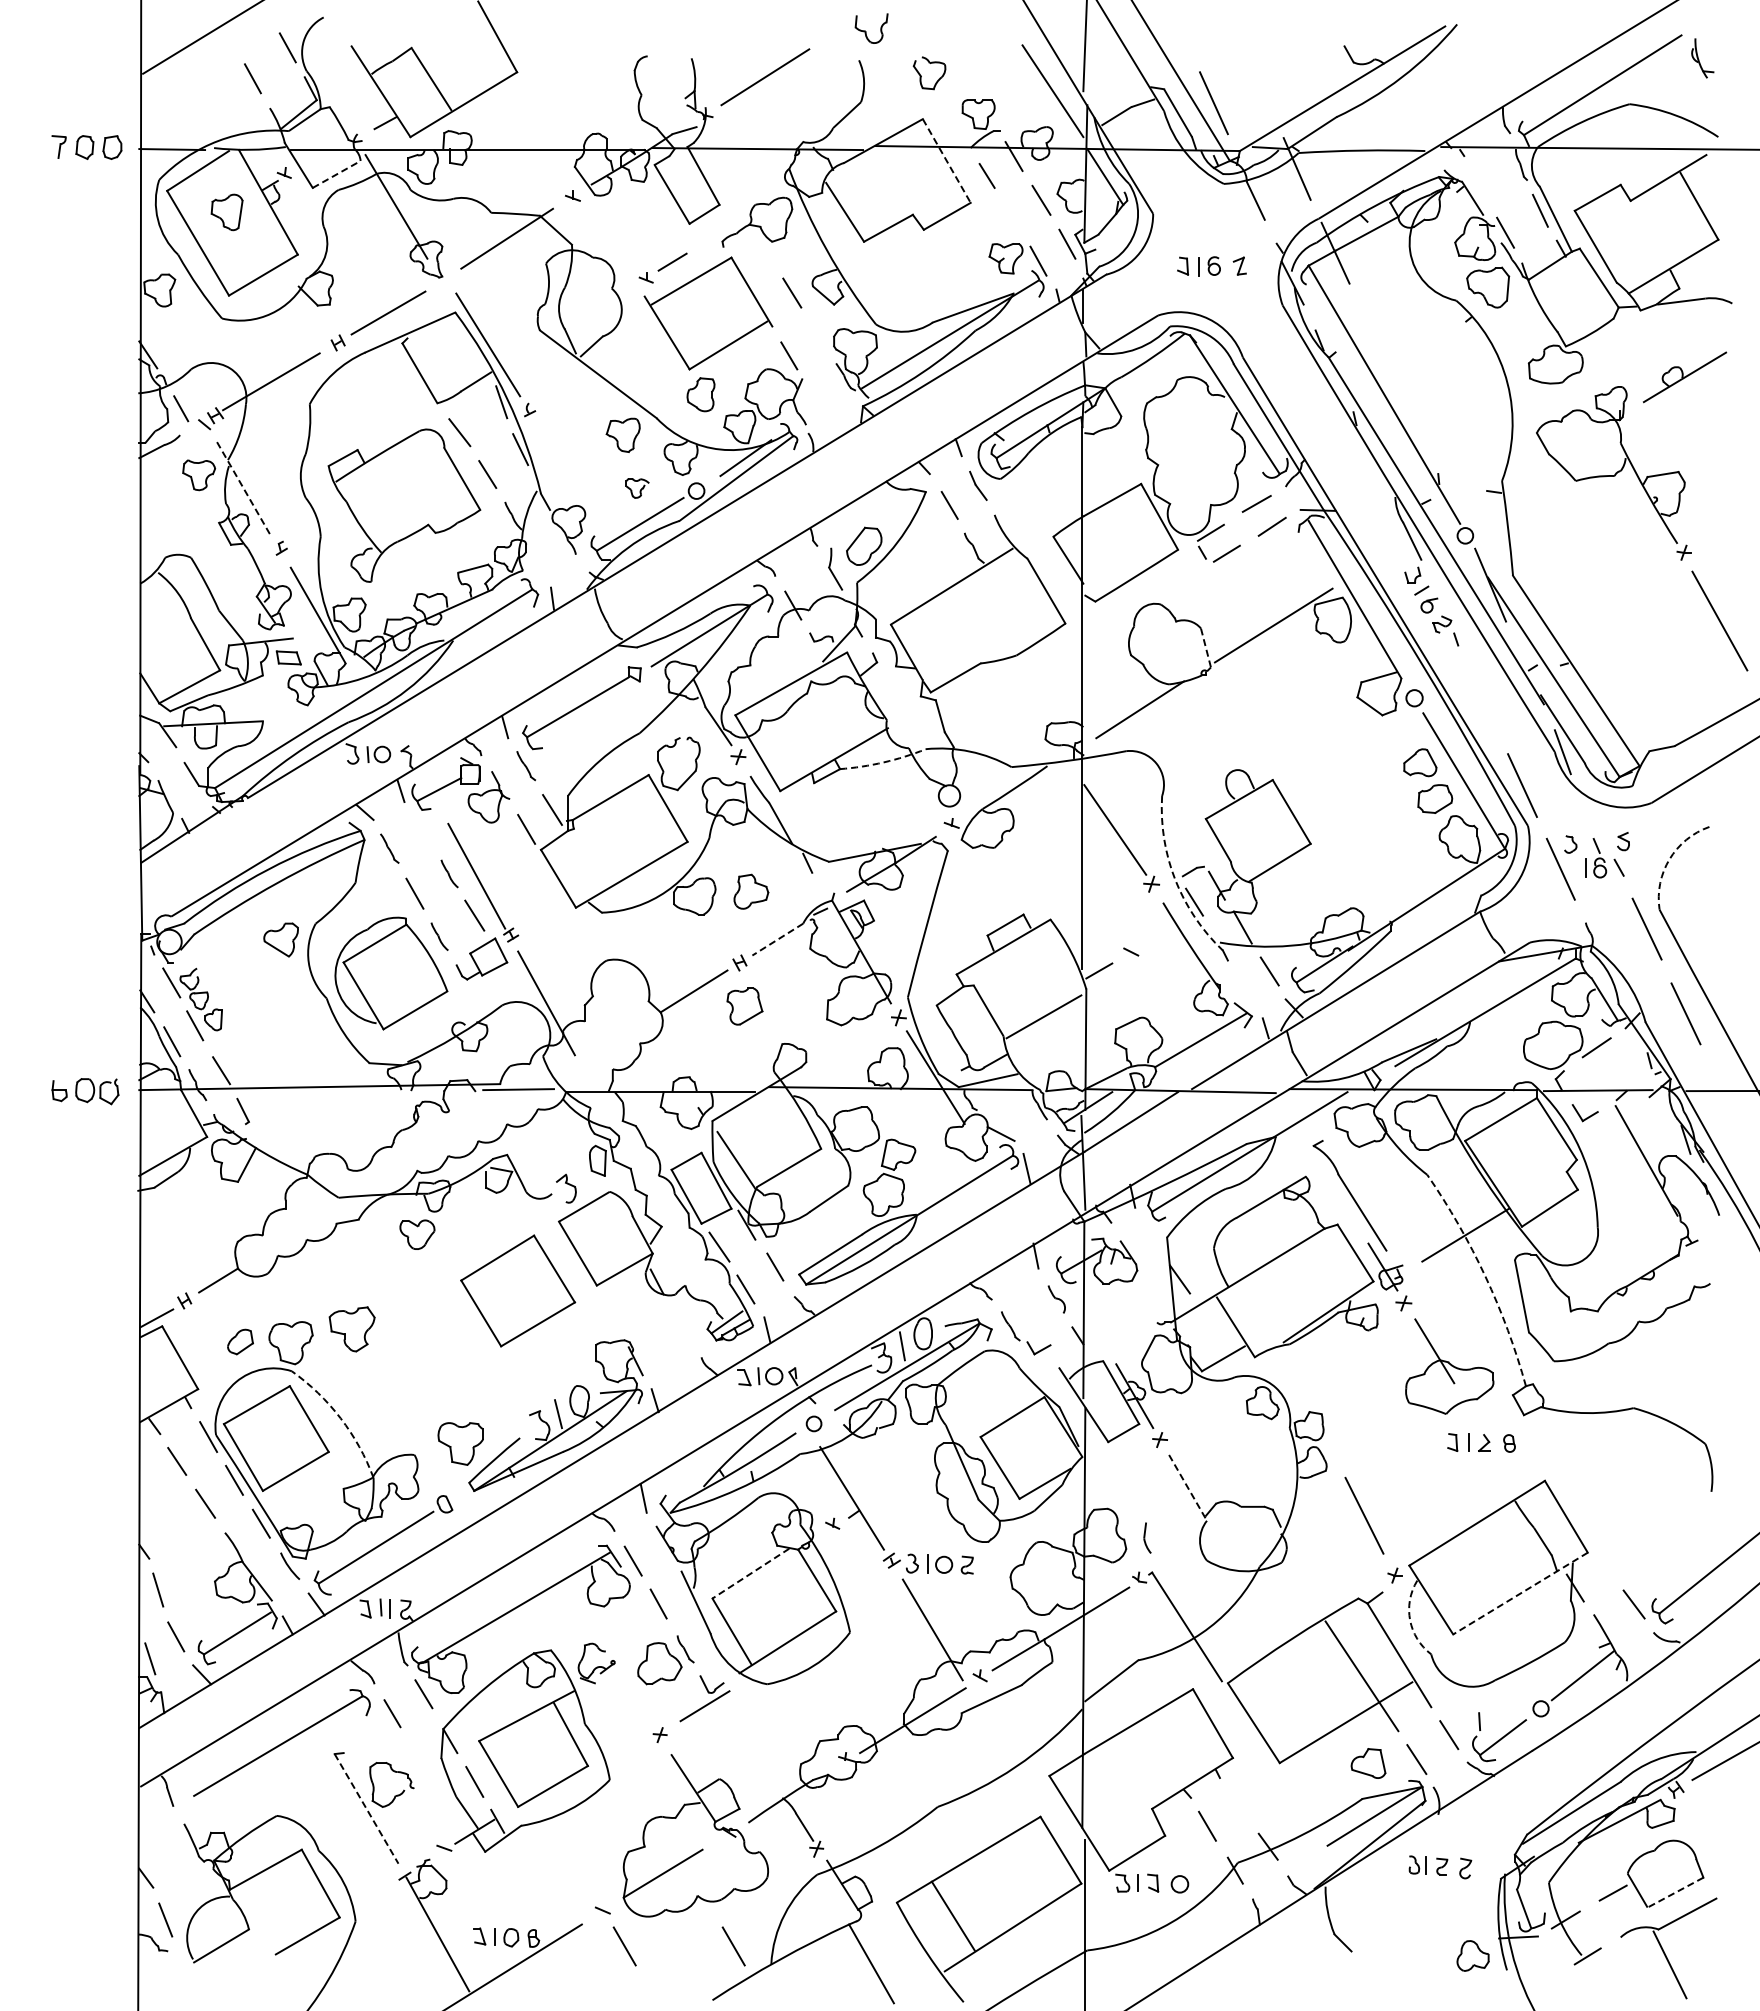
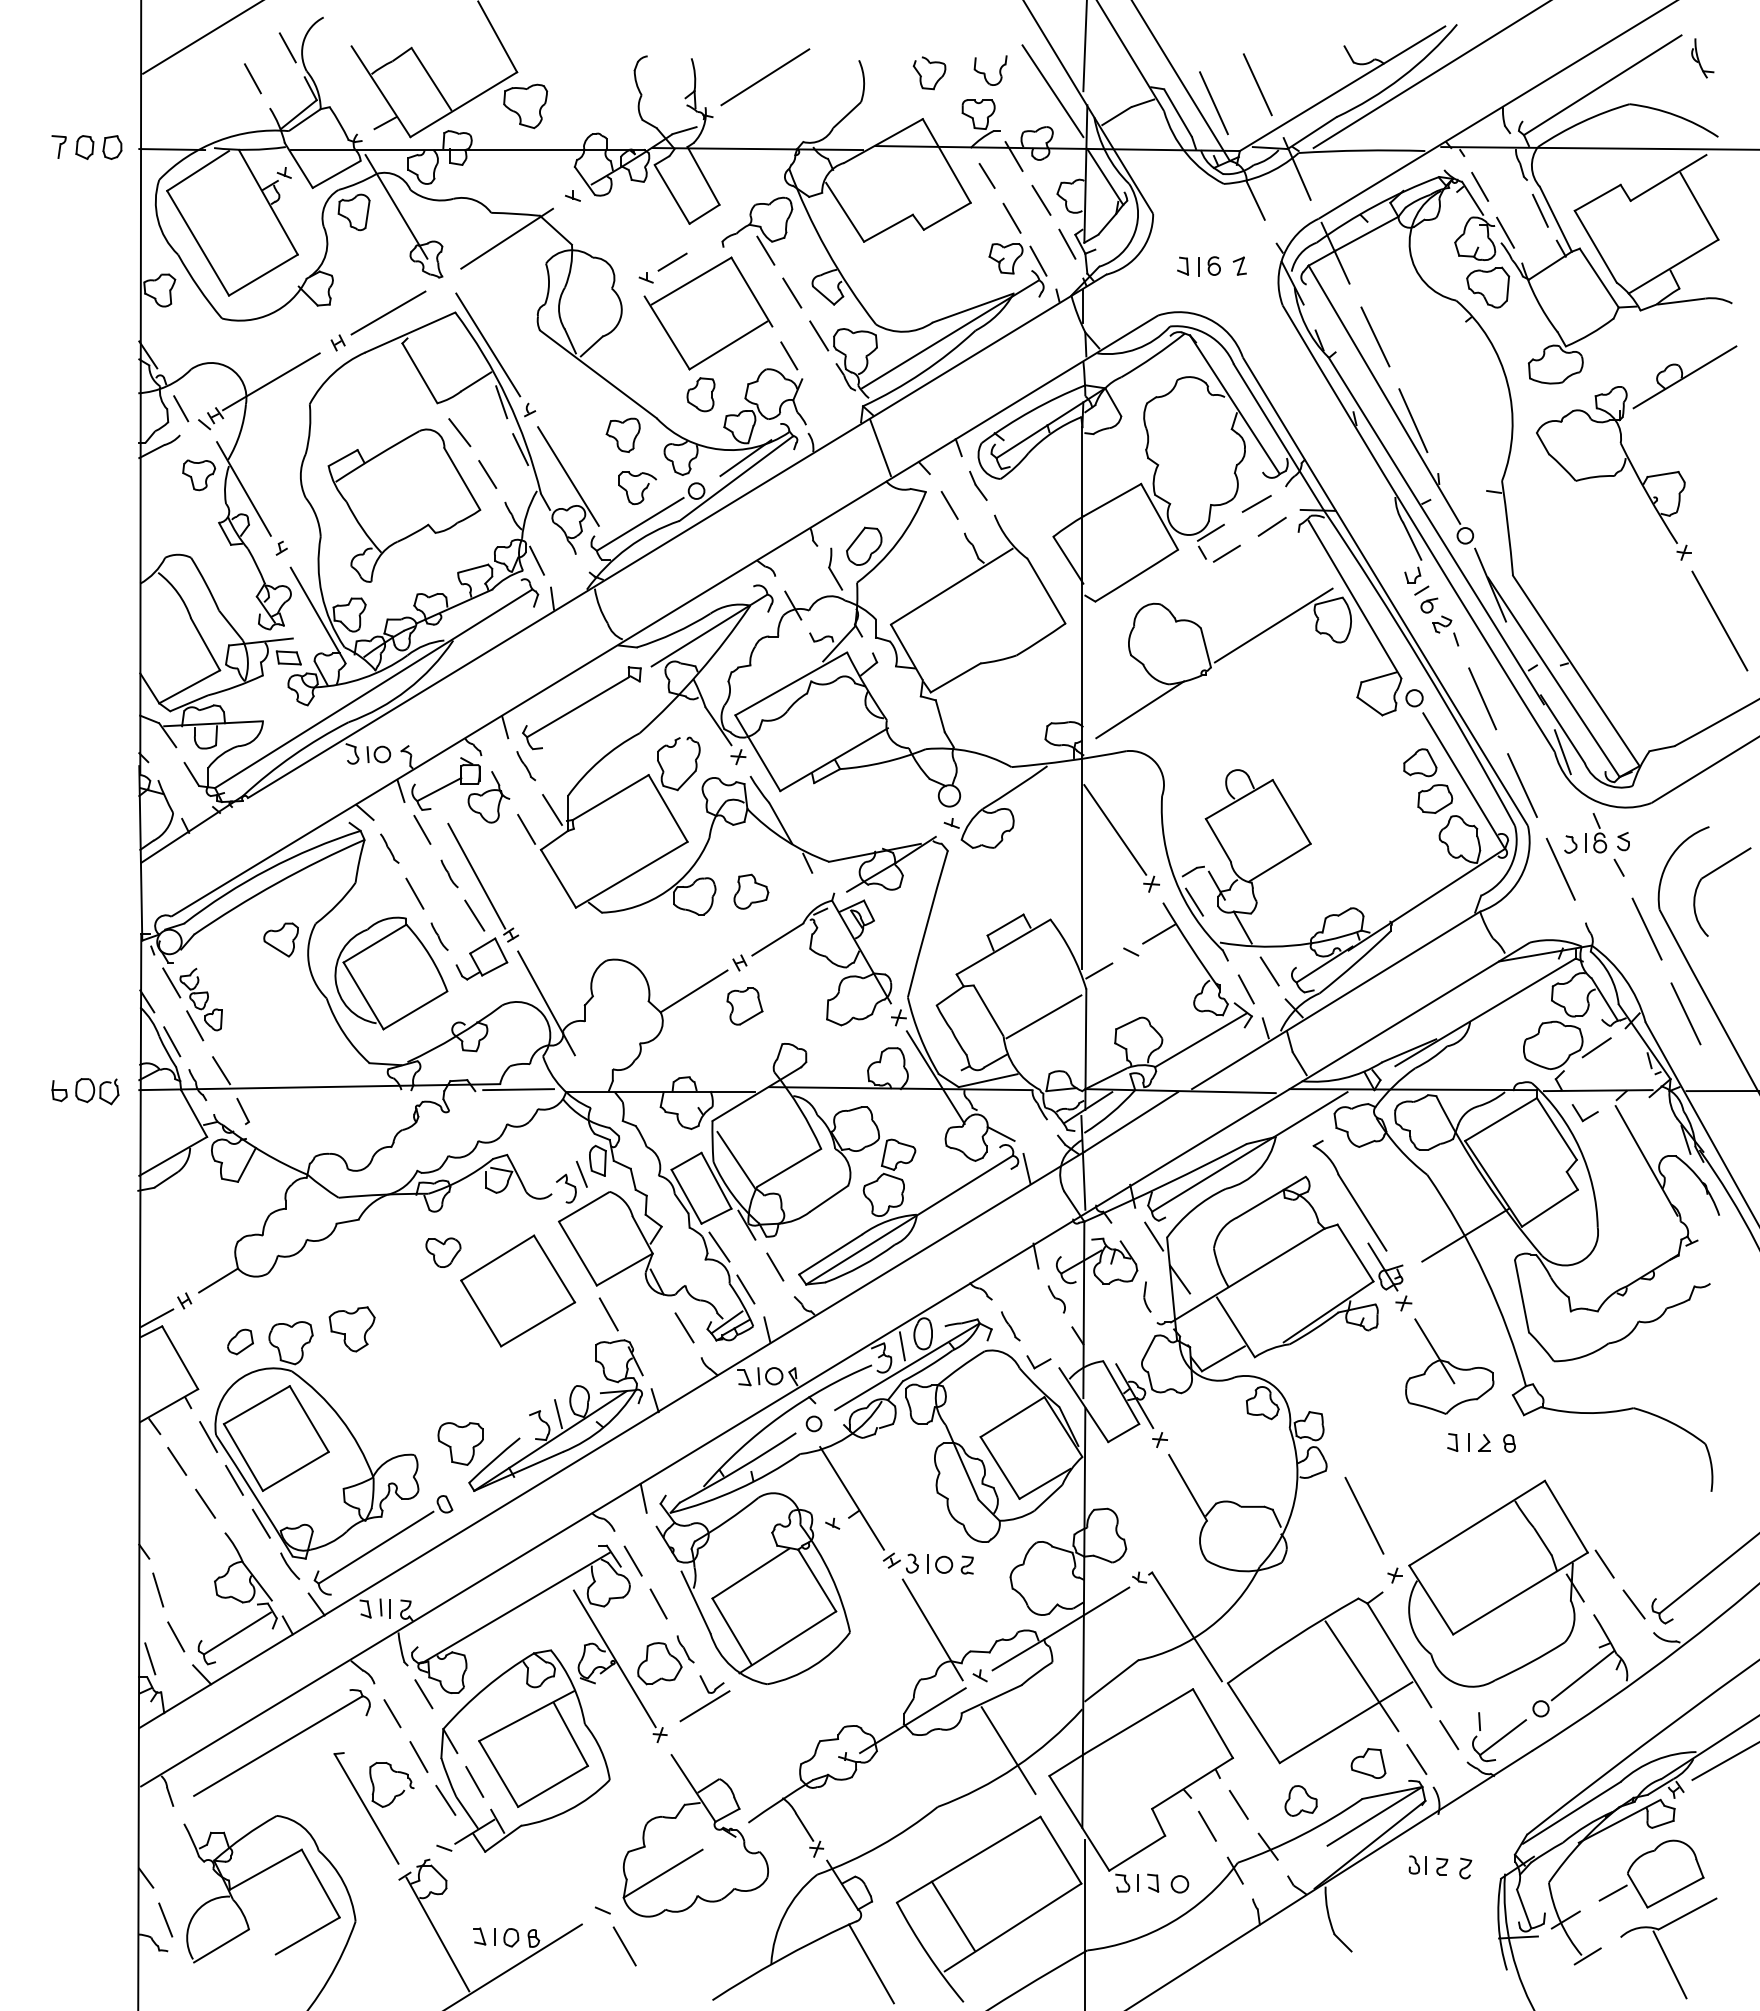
part at (871, 28) position: (871, 28) -> (990, 70)
line at (1430, 75): none -> present
line at (1257, 84): none -> present
part at (525, 106): none -> present
line at (947, 161): dashed -> solid
line at (337, 174): dashed -> solid
line at (1480, 186): none -> present
part at (226, 212) position: (226, 212) -> (353, 212)
line at (1011, 217): none -> present
line at (765, 250): none -> present
line at (819, 335): none -> present
line at (1375, 336): none -> present
part at (1685, 377) size: 85x53 px -> 106x65 px
line at (1413, 420): none -> present
line at (880, 447): none -> present
line at (568, 476): none -> present
part at (637, 488) size: 25x21 px -> 40x35 px
line at (244, 489): dashed -> solid
line at (537, 560): none -> present
line at (1206, 648): dashed -> solid
line at (1482, 698): none -> present
arc at (883, 762): dashed -> solid
line at (422, 829): none -> present
part at (1596, 858) position: (1596, 858) -> (1596, 833)
arc at (1669, 859): dashed -> solid
part at (1710, 874): none -> present
arc at (1175, 880): dashed -> solid
line at (1159, 933): none -> present
line at (777, 939): dashed -> solid
line at (1245, 989): none -> present
line at (581, 1173): none -> present
part at (417, 1234) position: (417, 1234) -> (443, 1252)
line at (1154, 1236): none -> present
arc at (1485, 1276): dashed -> solid
line at (608, 1314): none -> present
line at (684, 1327): none -> present
part at (1038, 1348) position: (1038, 1348) -> (1038, 1362)
arc at (340, 1418): dashed -> solid
line at (1188, 1487): dashed -> solid
part at (1147, 1537) position: (1147, 1537) -> (1147, 1296)
line at (1604, 1563): none -> present
line at (750, 1573): dashed -> solid
line at (1520, 1593): dashed -> solid
arc at (1410, 1620): dashed -> solid
line at (614, 1658): none -> present
line at (1008, 1750): none -> present
line at (418, 1756): none -> present
line at (445, 1799): none -> present
line at (1238, 1804): none -> present
line at (366, 1809): dashed -> solid
line at (1675, 1892): dashed -> solid
line at (733, 1946): present -> none
part at (1472, 1955) position: (1472, 1955) -> (1300, 1800)
